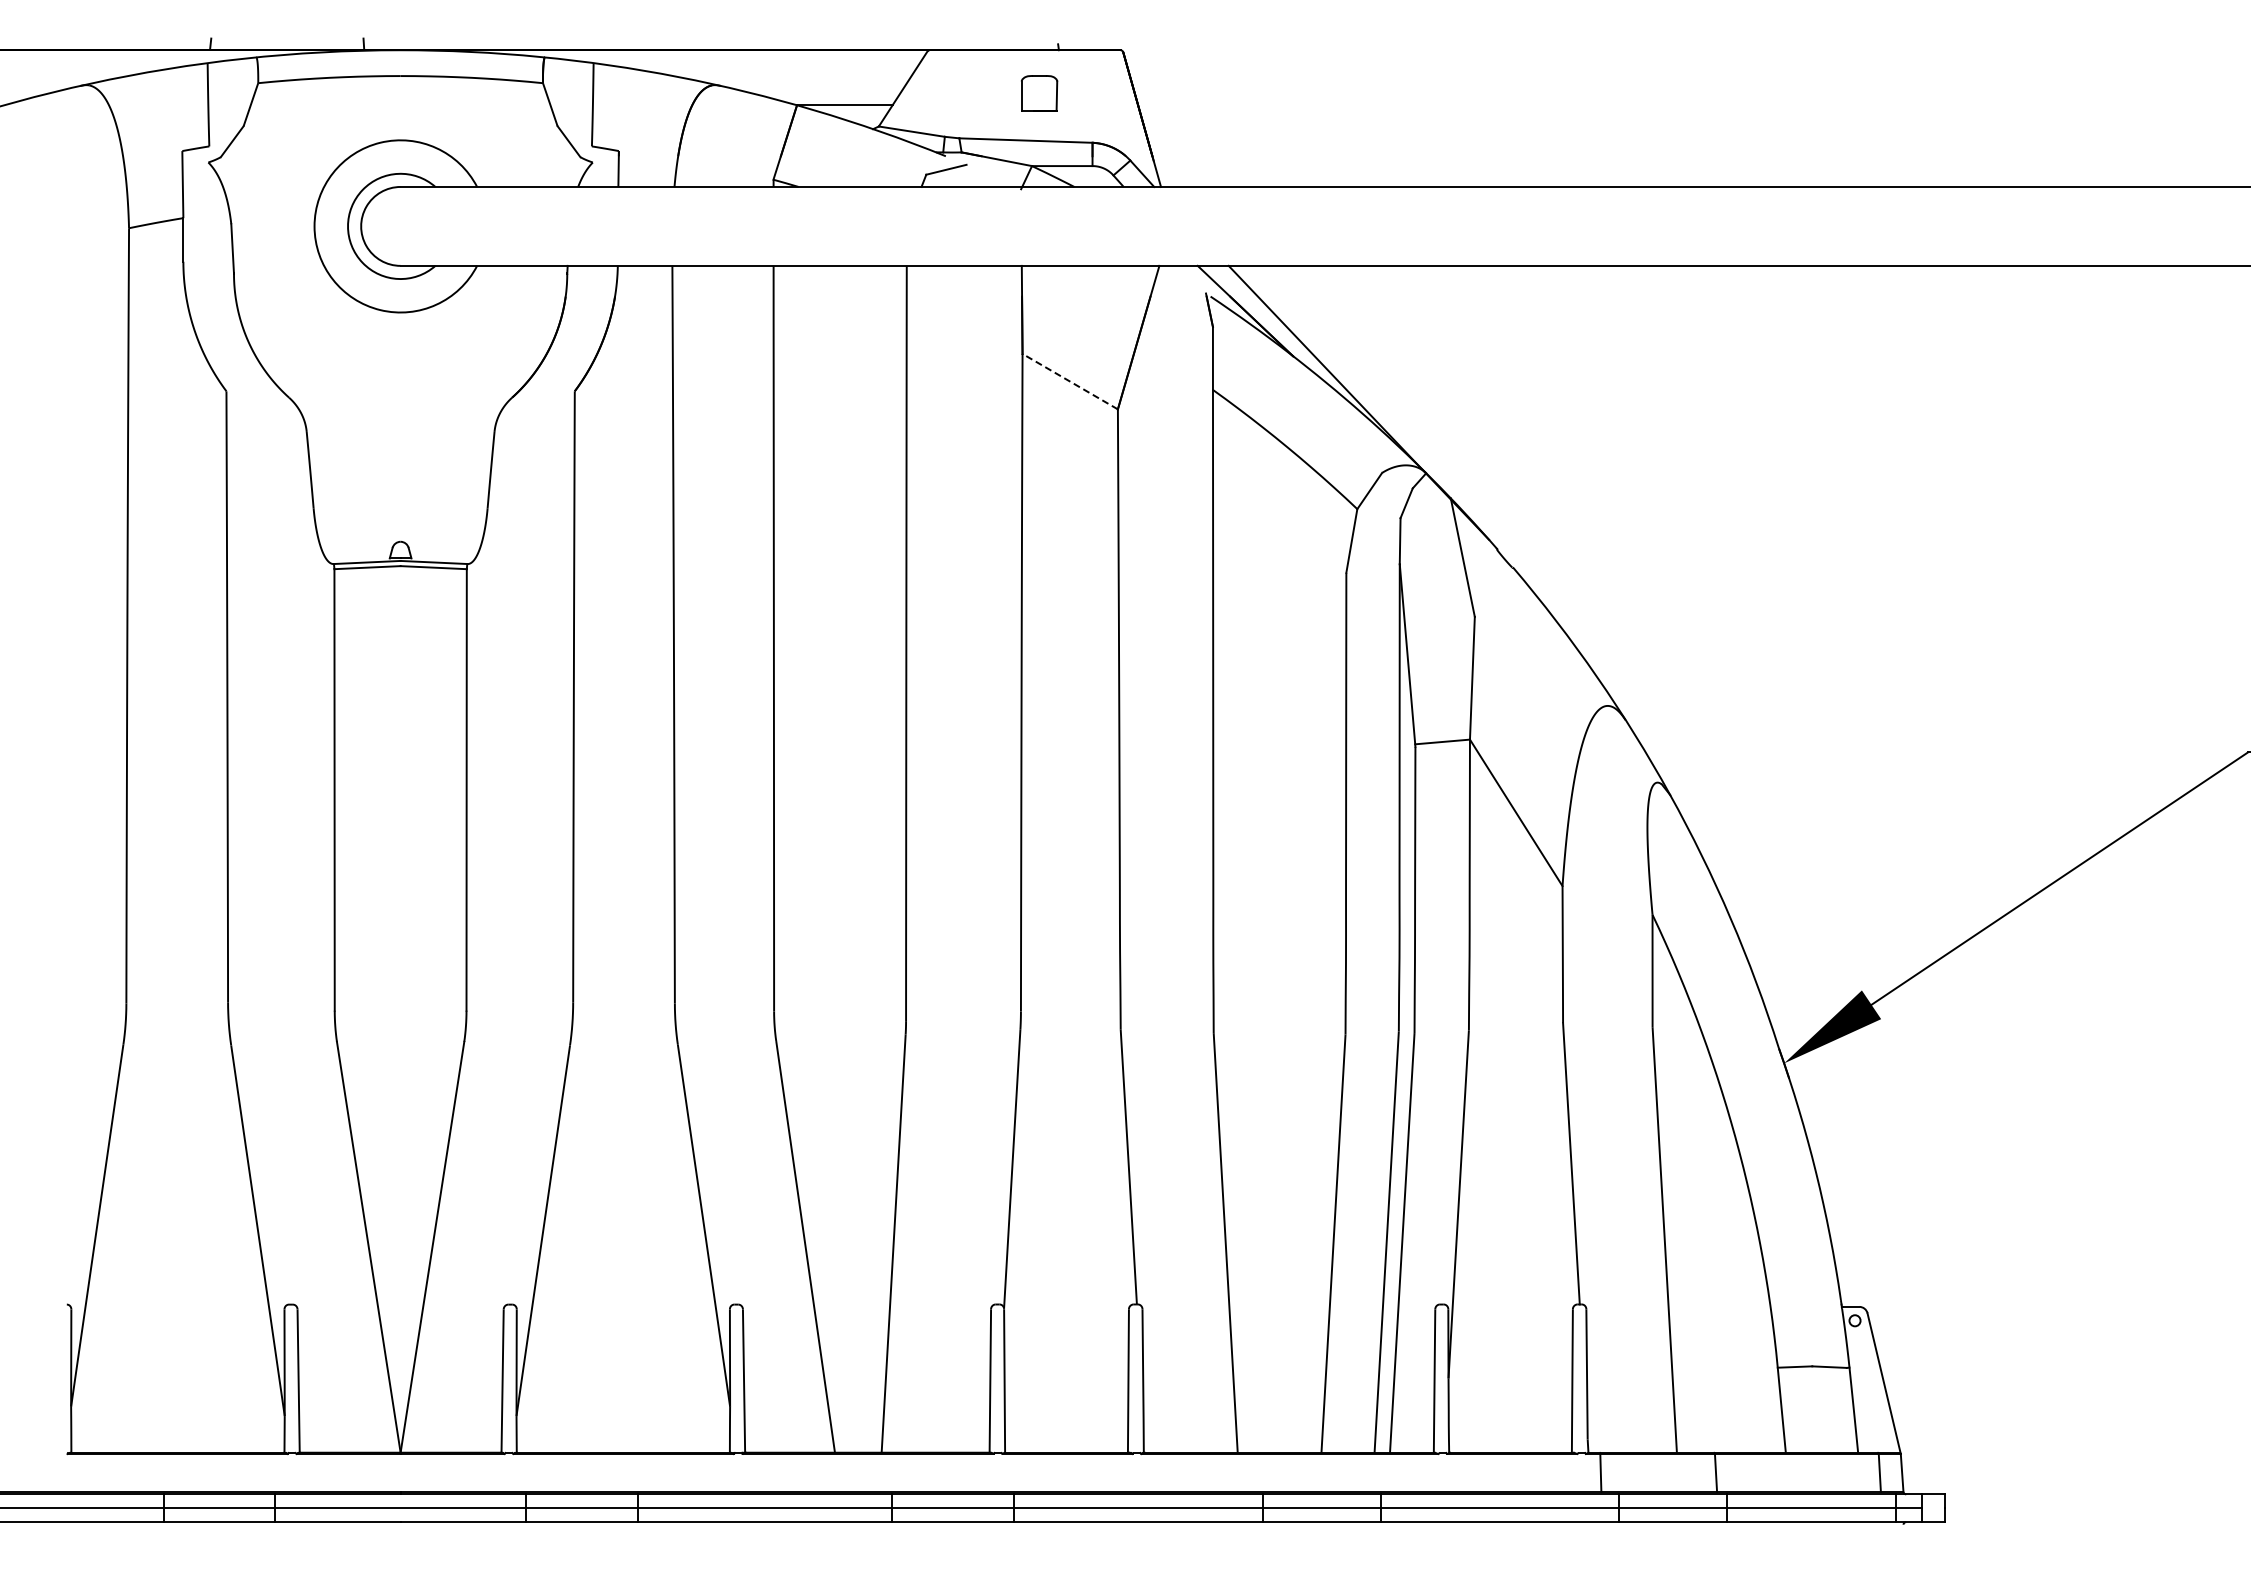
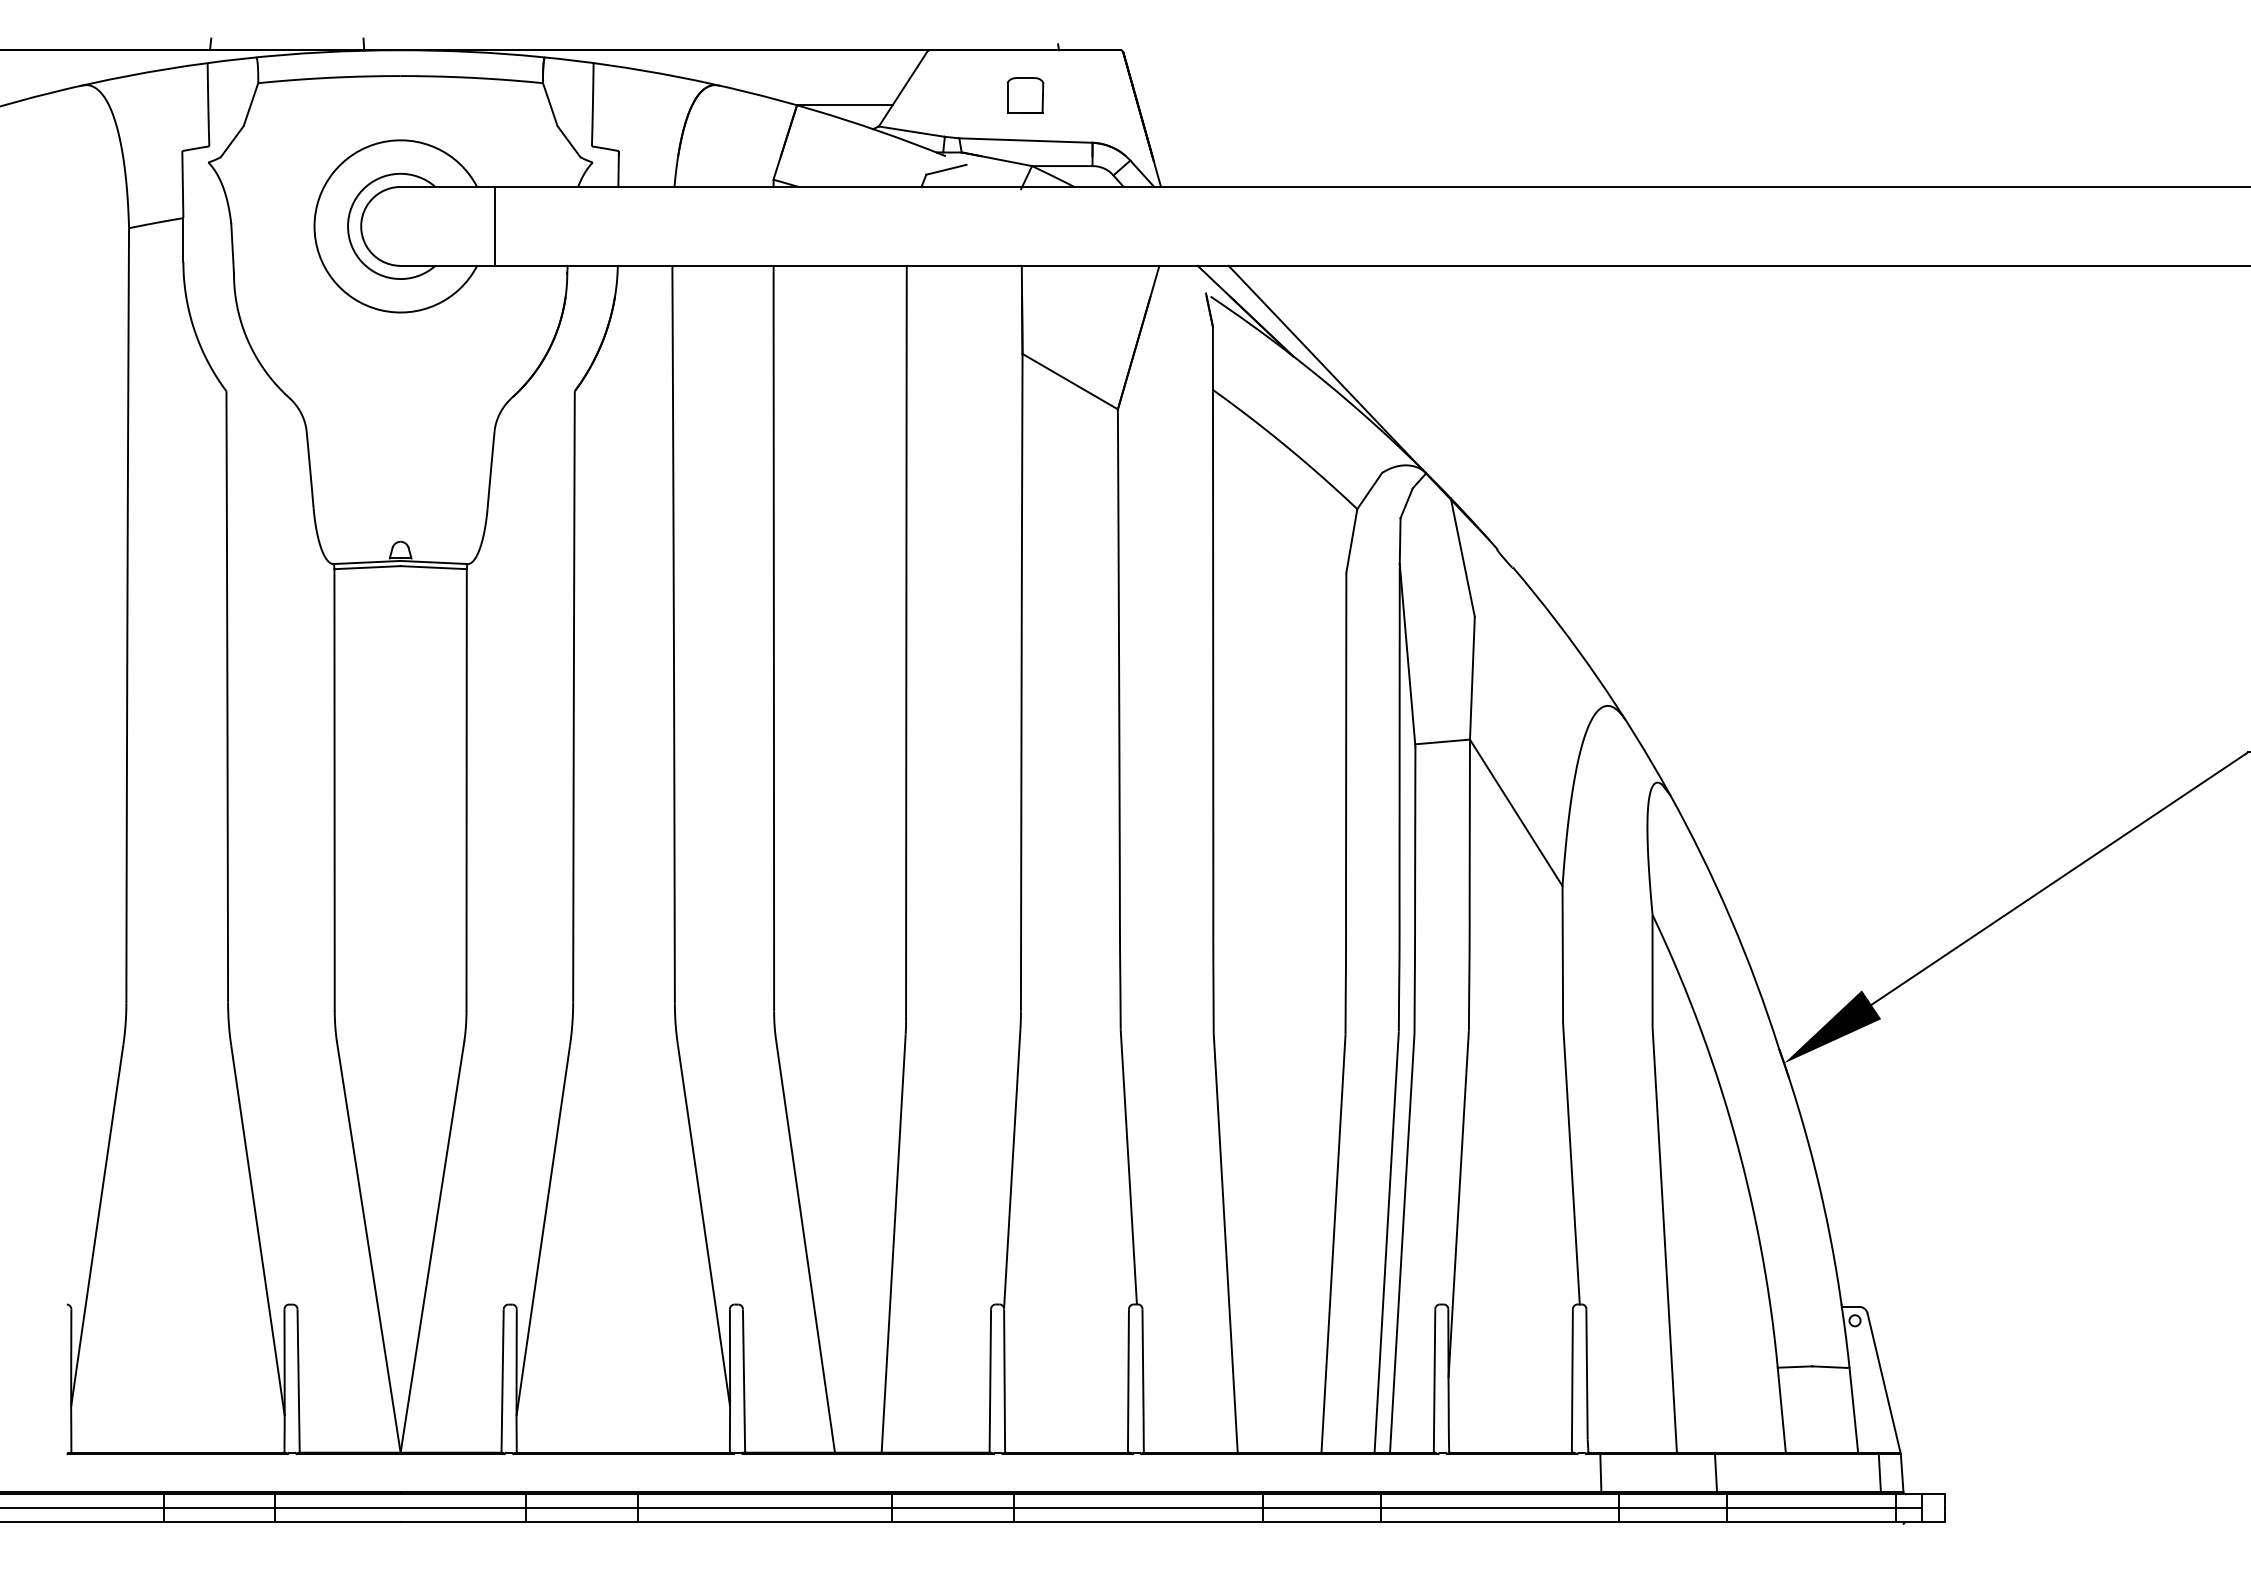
part at (1039, 93) position: (1039, 93) -> (1025, 95)
line at (494, 225): none -> present
line at (1069, 381): dashed -> solid
